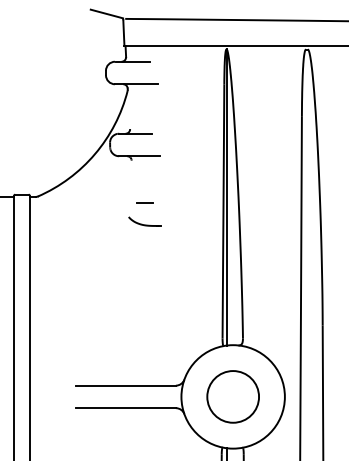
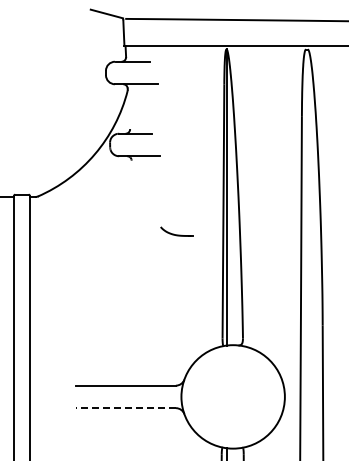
line at (144, 202): present -> none
part at (144, 221) position: (144, 221) -> (176, 231)
circle at (232, 396): present -> none
line at (125, 408): solid -> dashed
